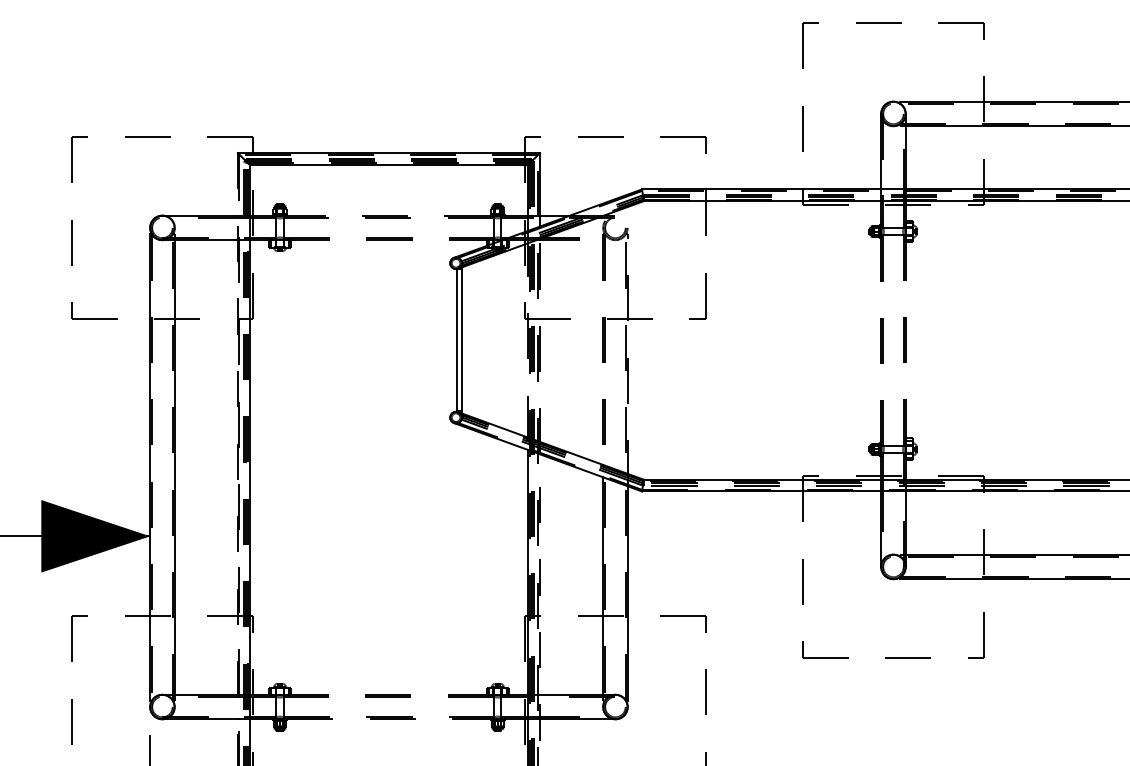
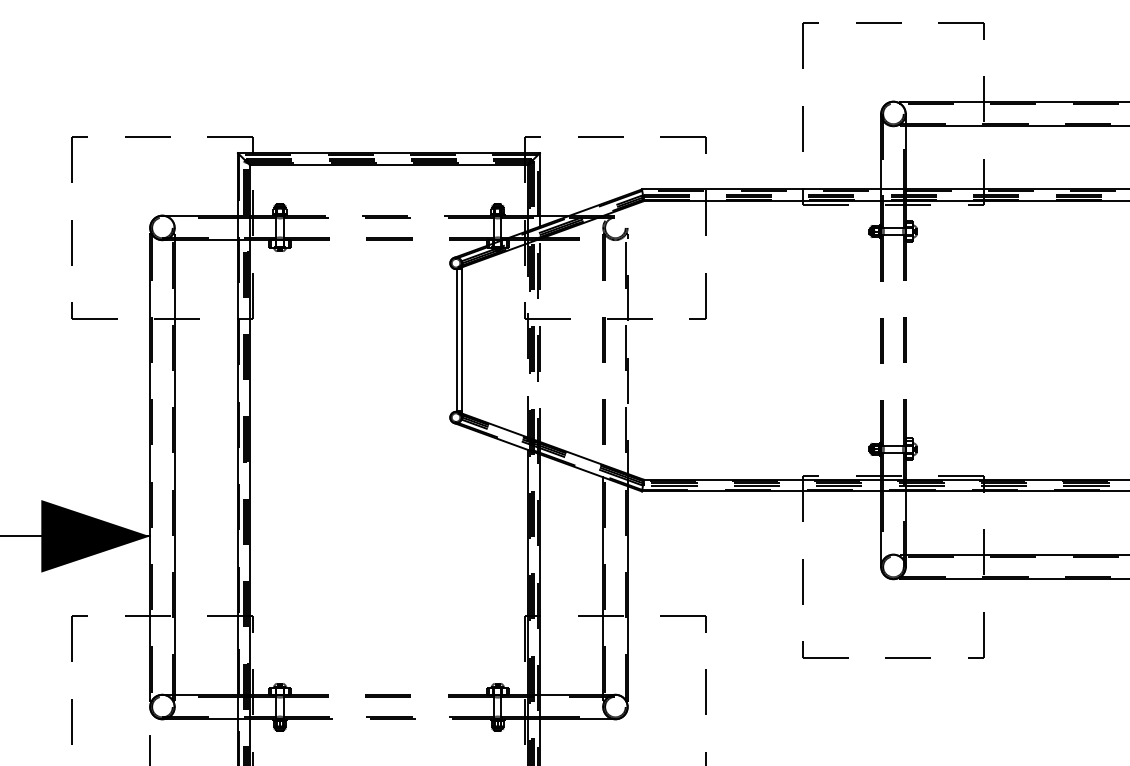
line at (237, 459): dashed -> solid
line at (539, 610): dashed -> solid
